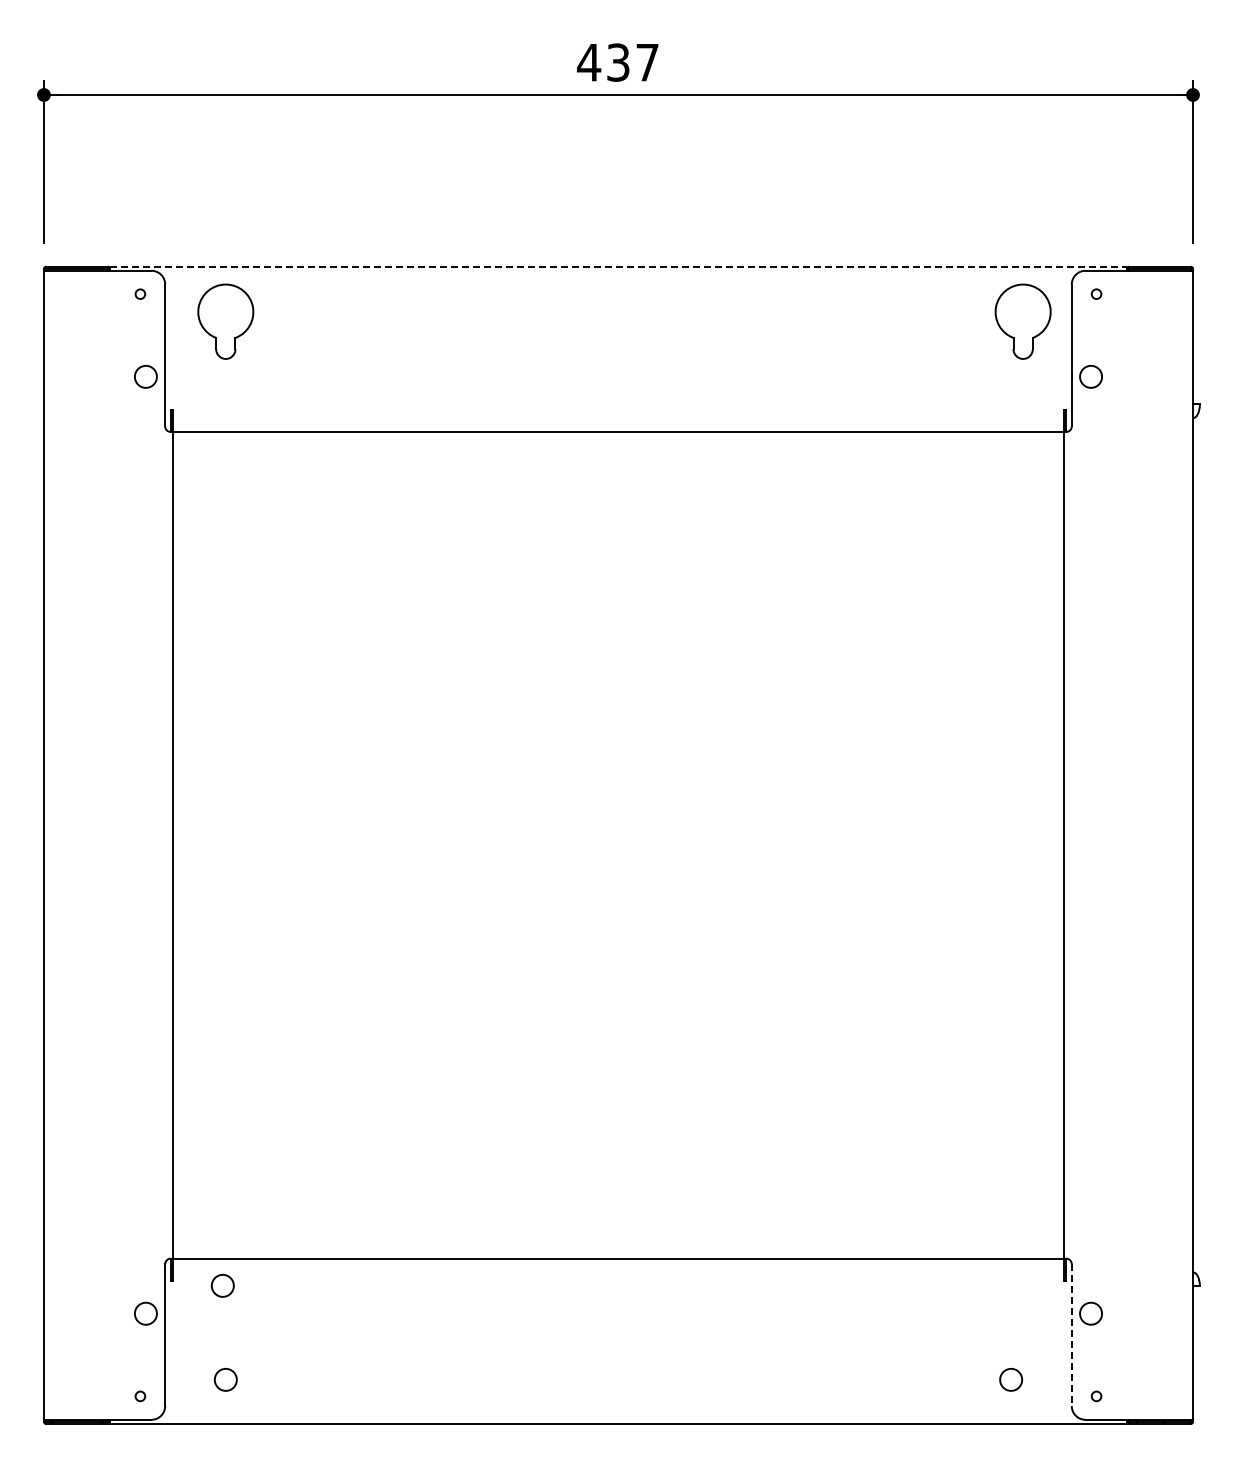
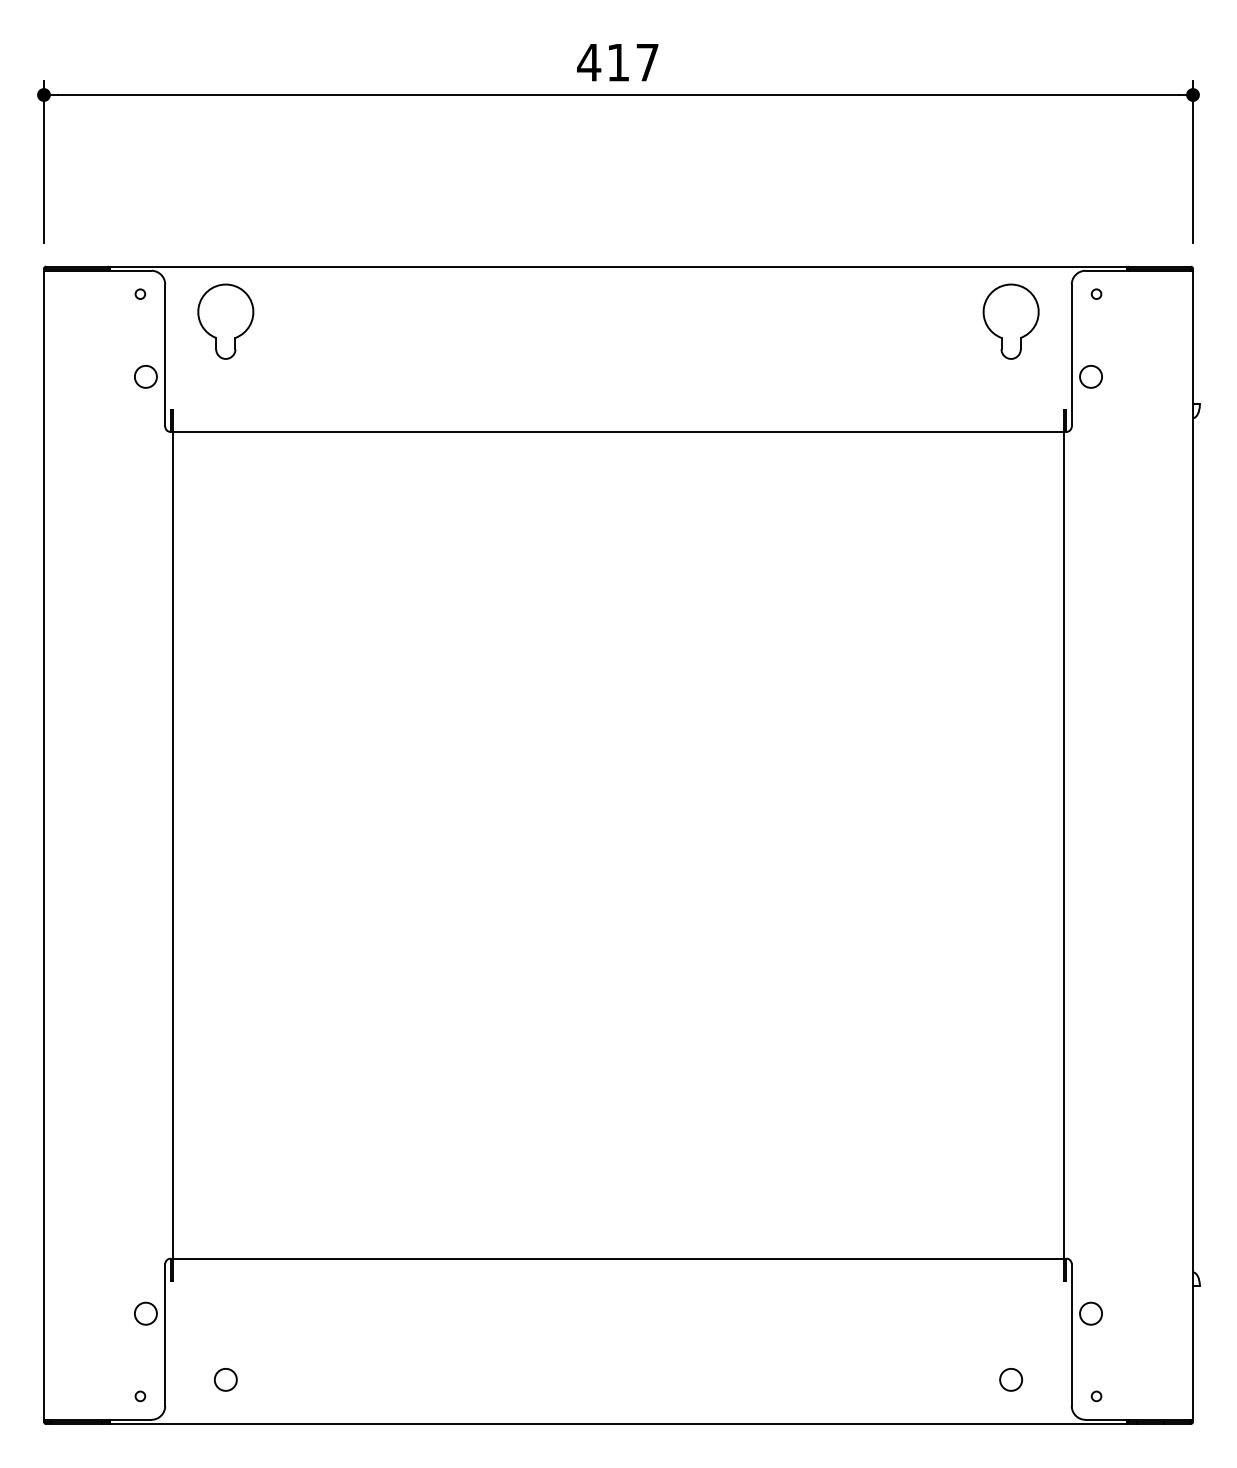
text at (618, 62): 437 -> 417
line at (618, 266): dashed -> solid
part at (1022, 321) position: (1022, 321) -> (1010, 321)
circle at (222, 1285): present -> none
line at (1071, 1335): dashed -> solid
